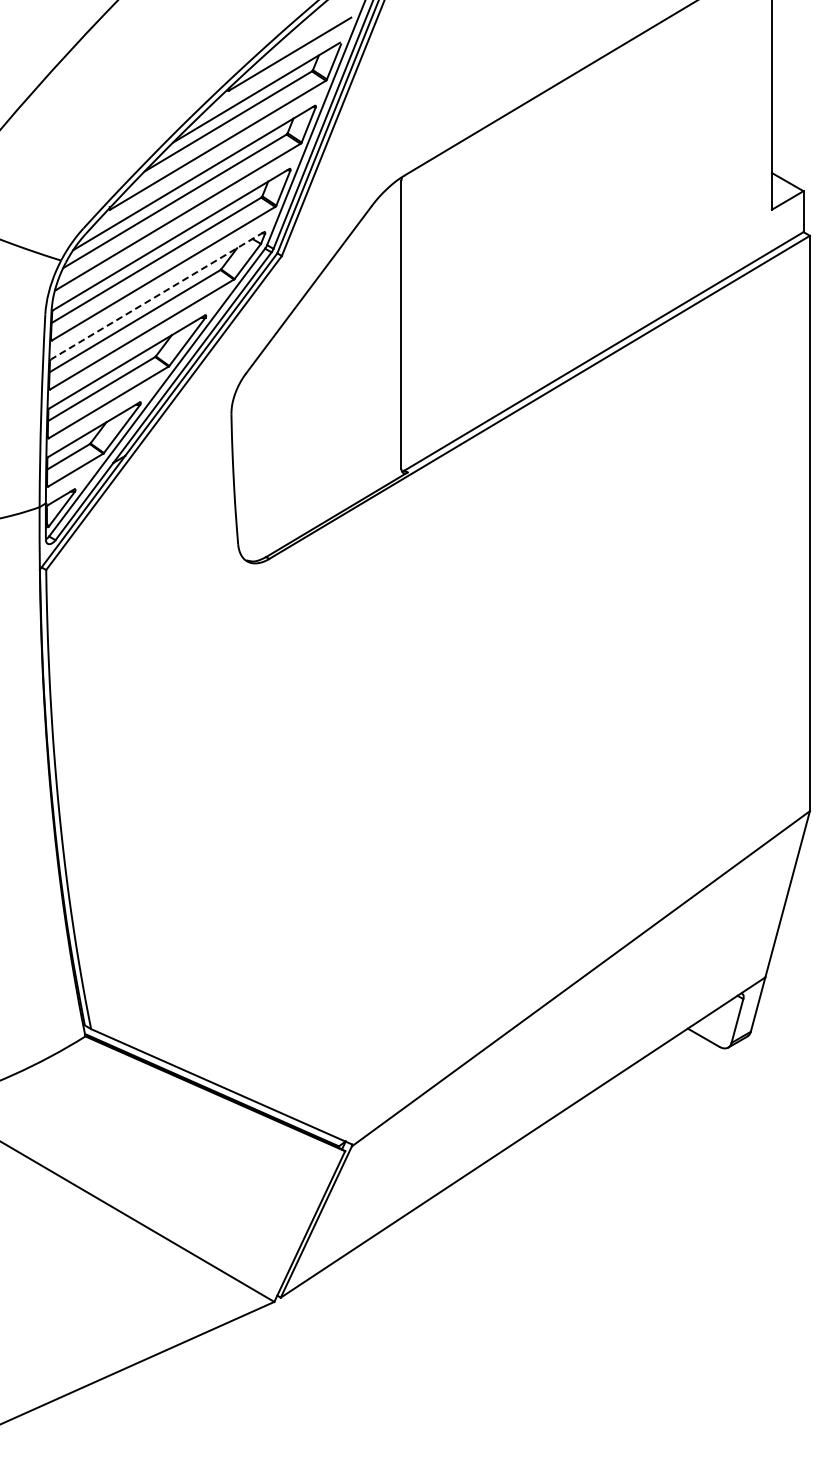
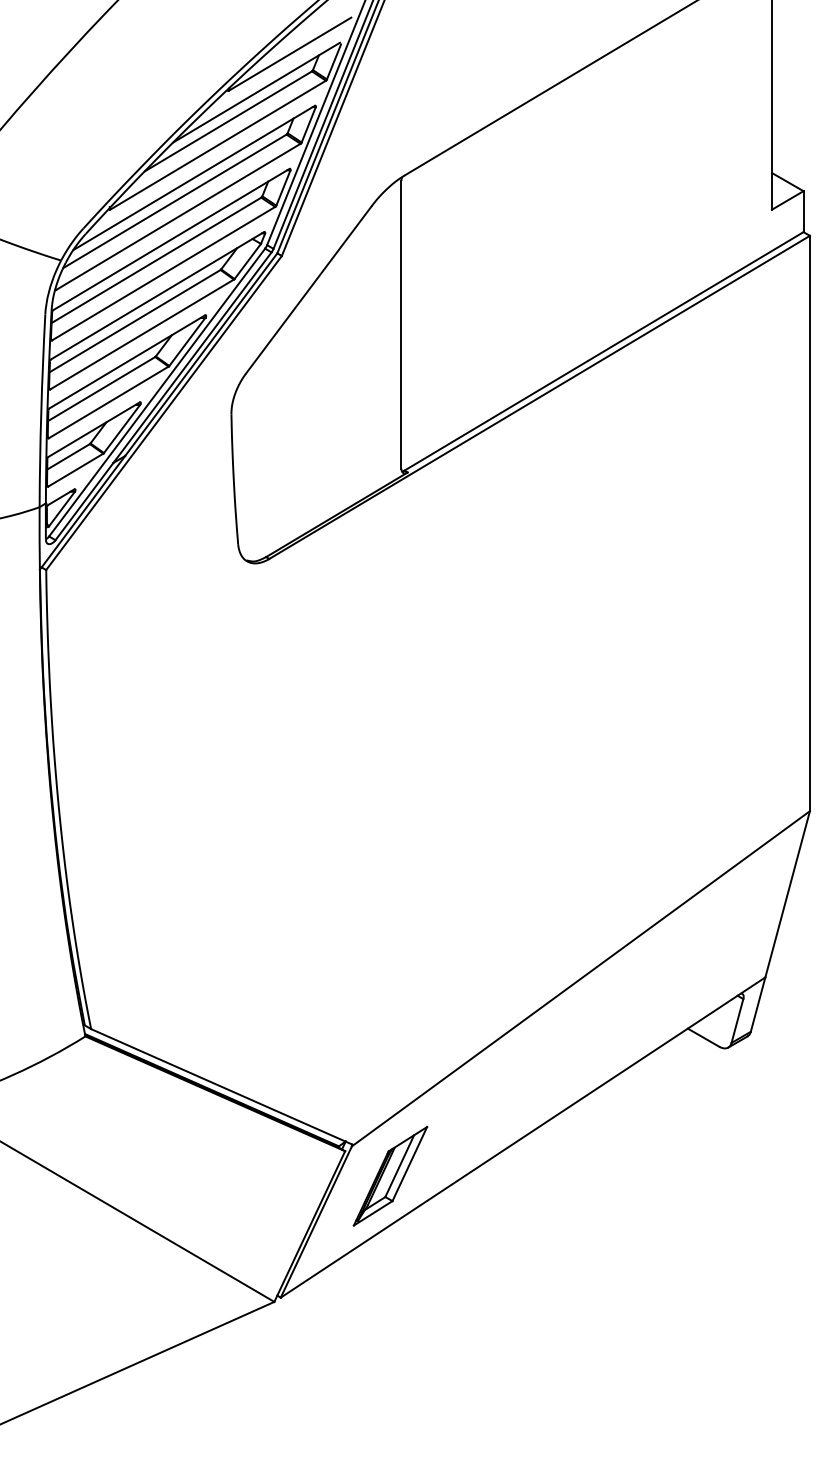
line at (157, 295): dashed -> solid
part at (390, 1175): none -> present
